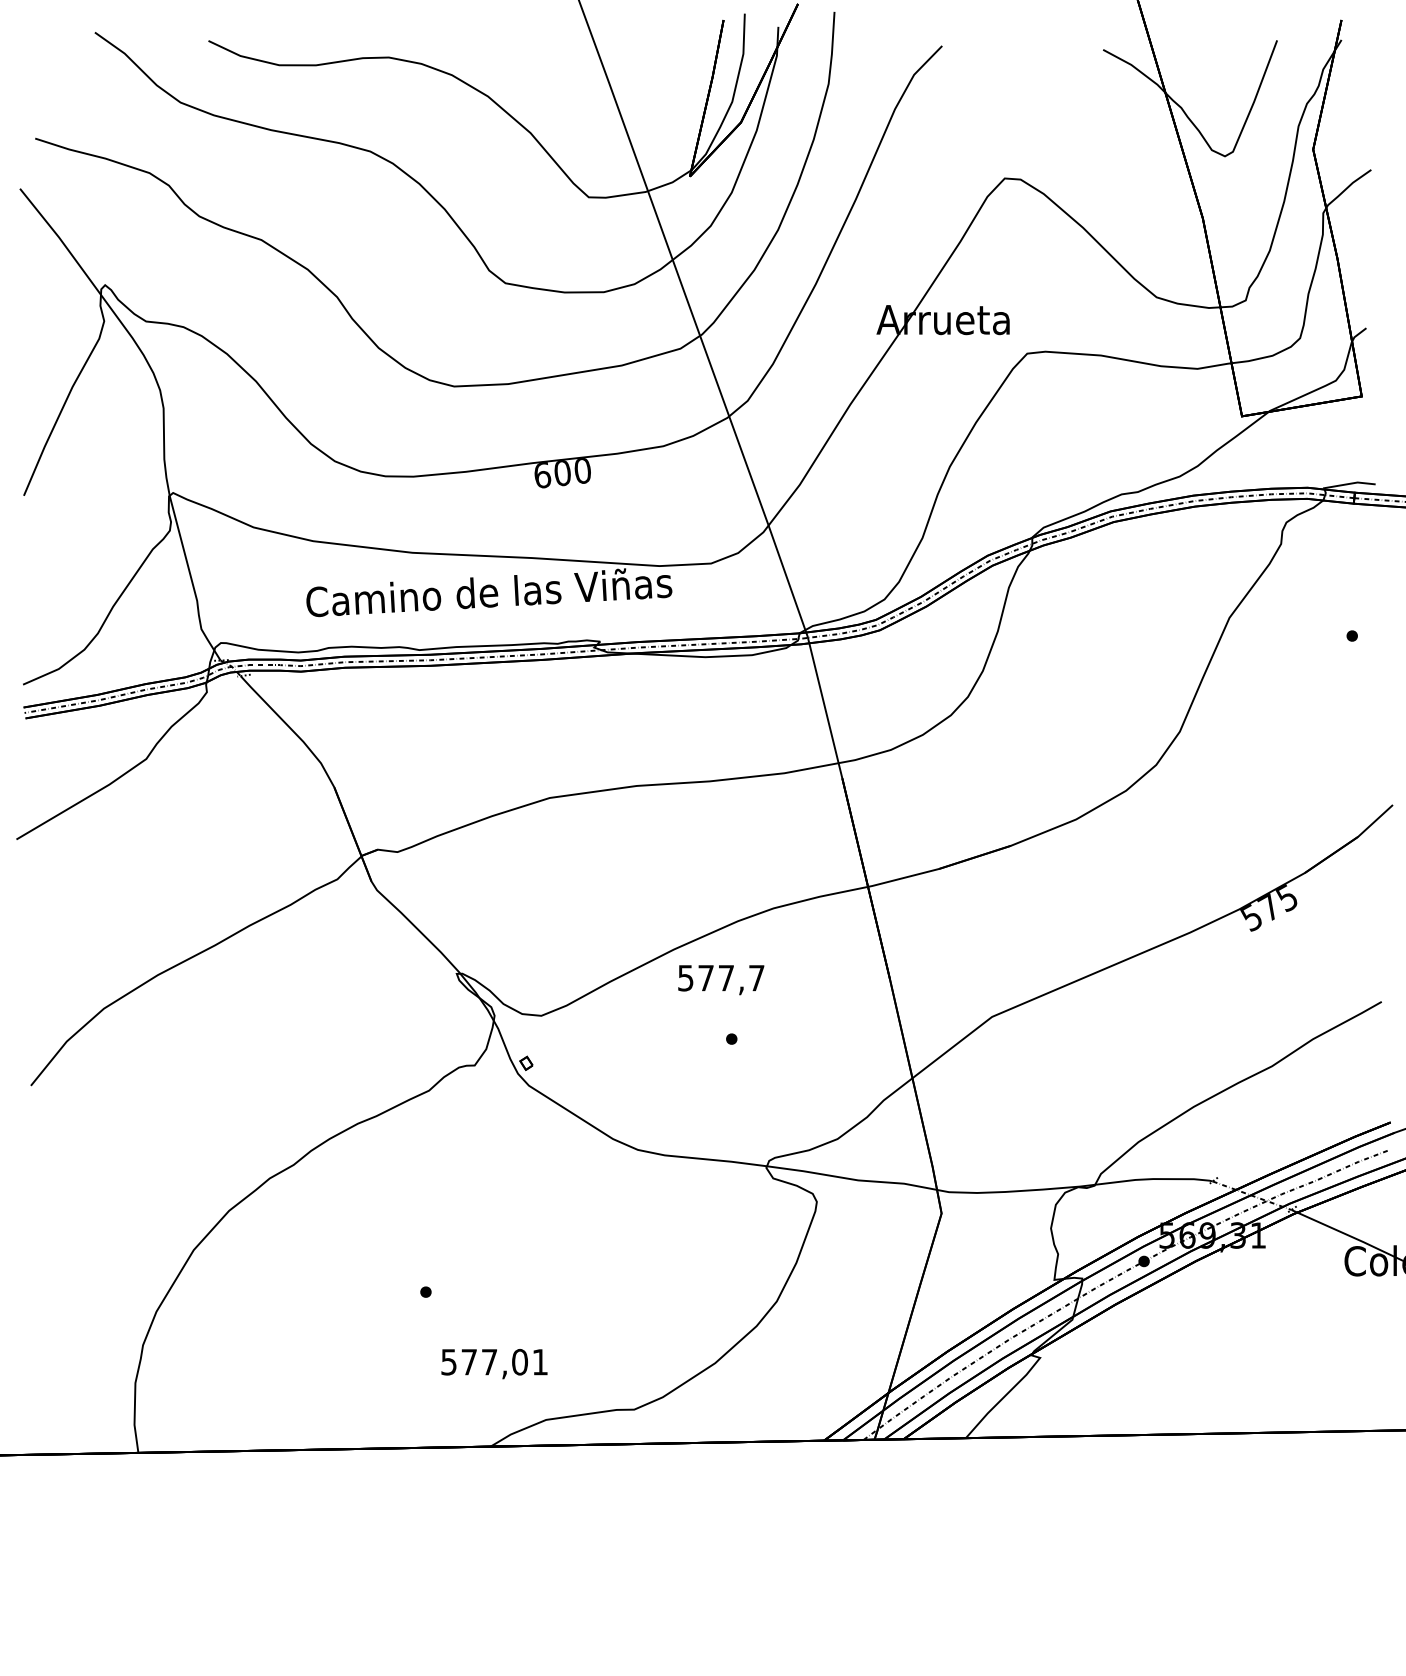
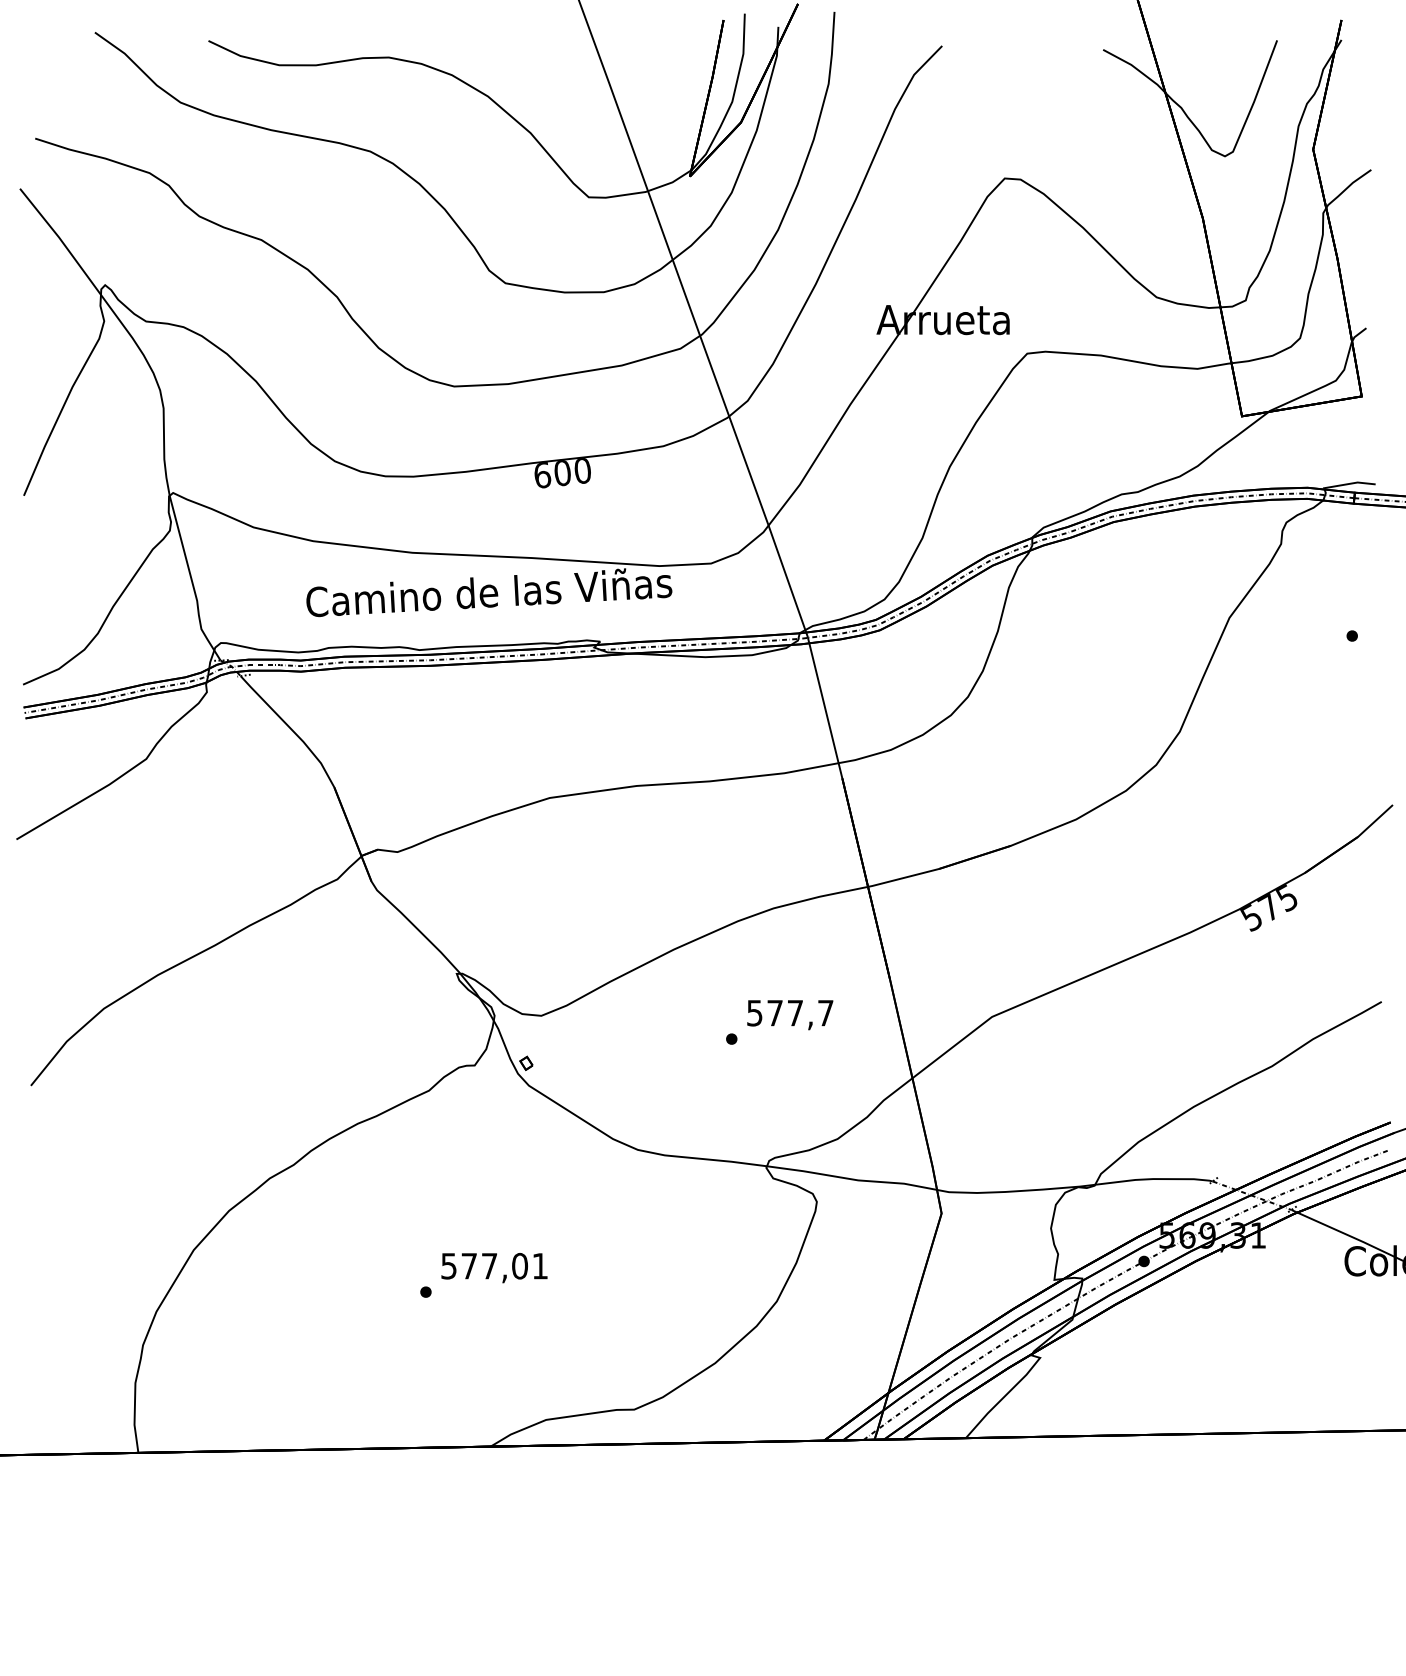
text at (721, 980) position: (721, 980) -> (790, 1015)
text at (494, 1364) position: (494, 1364) -> (494, 1268)
